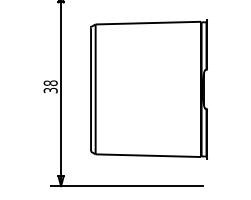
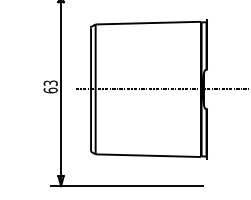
text at (50, 86): 38 -> 63
line at (161, 89): none -> present
